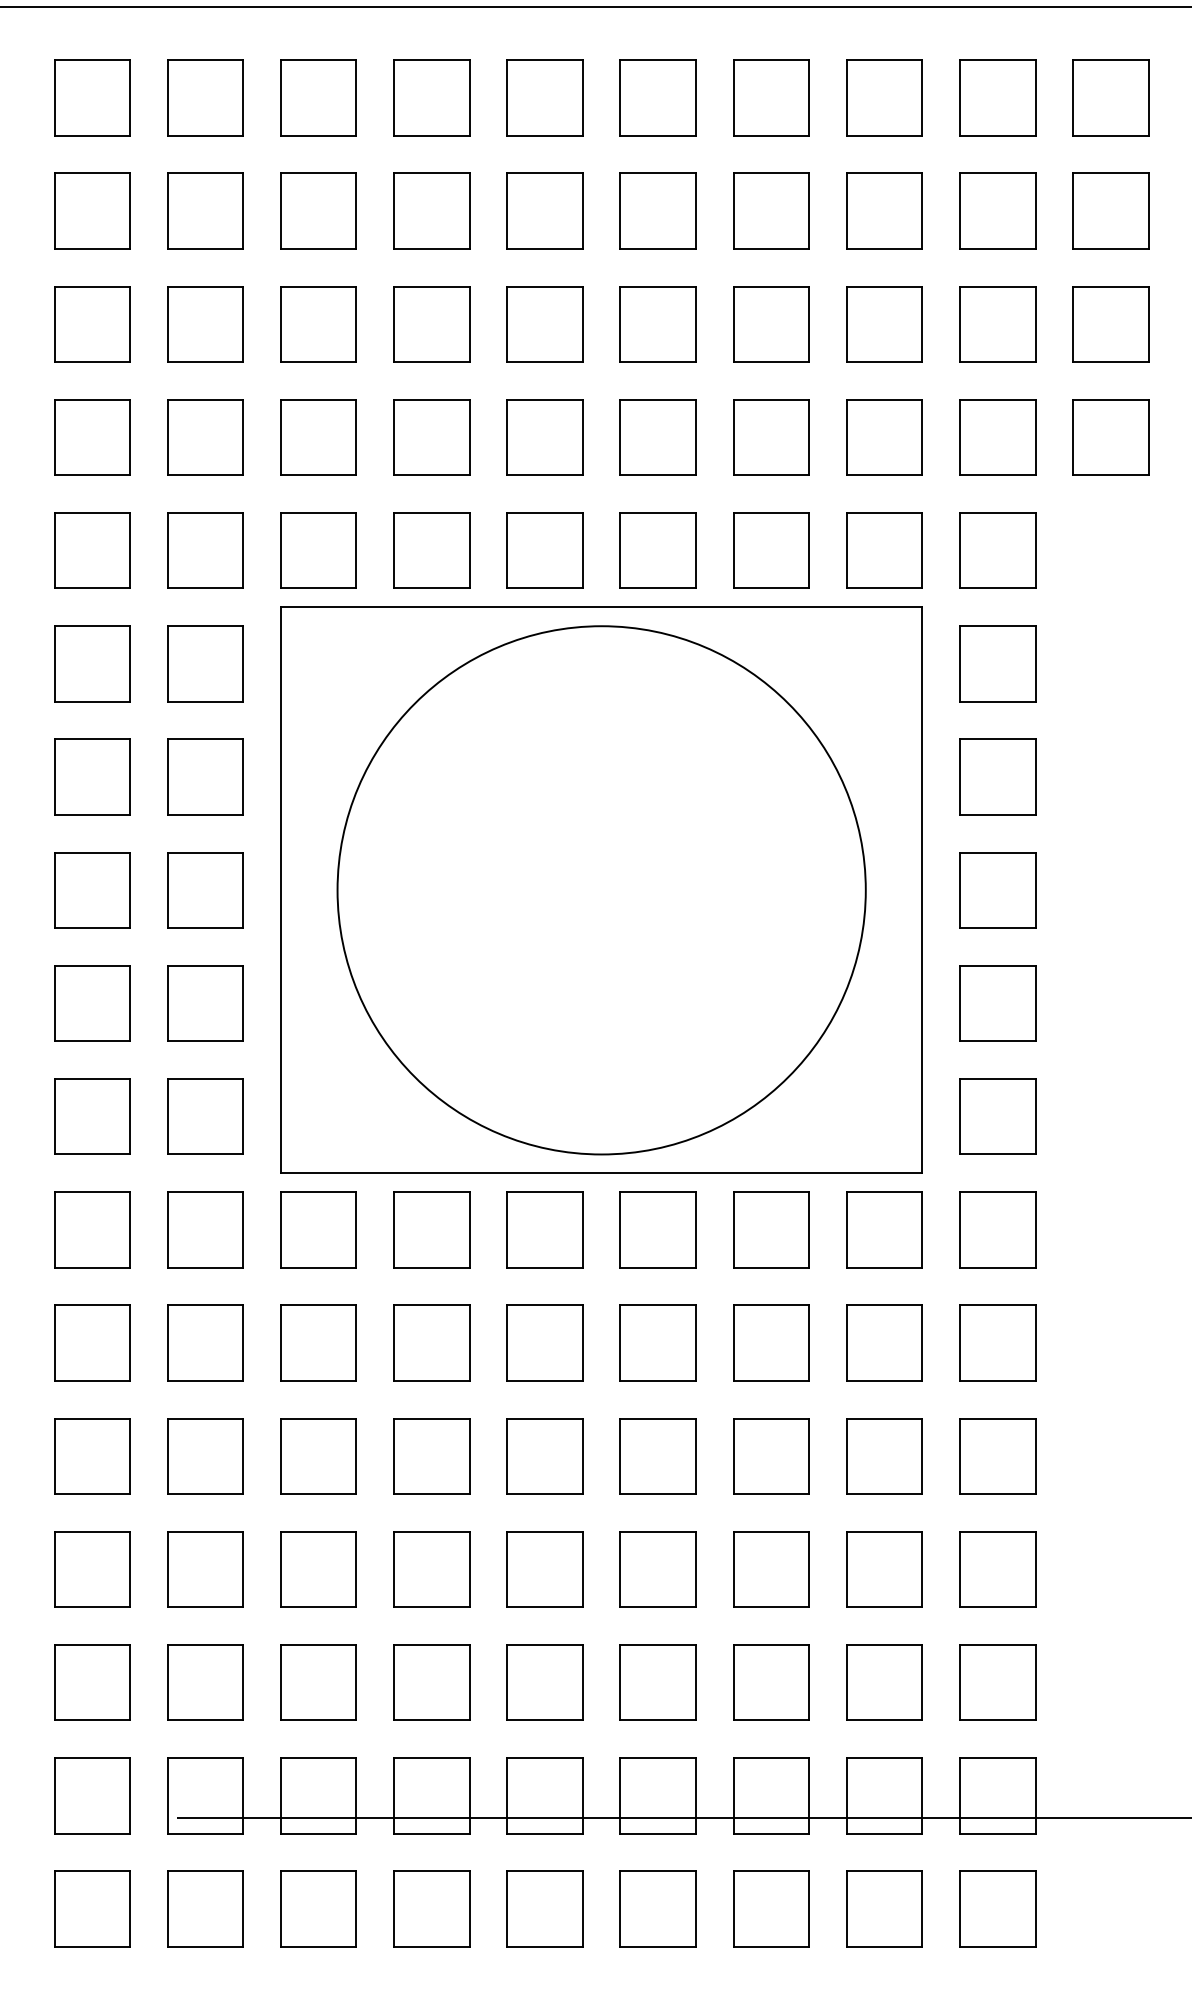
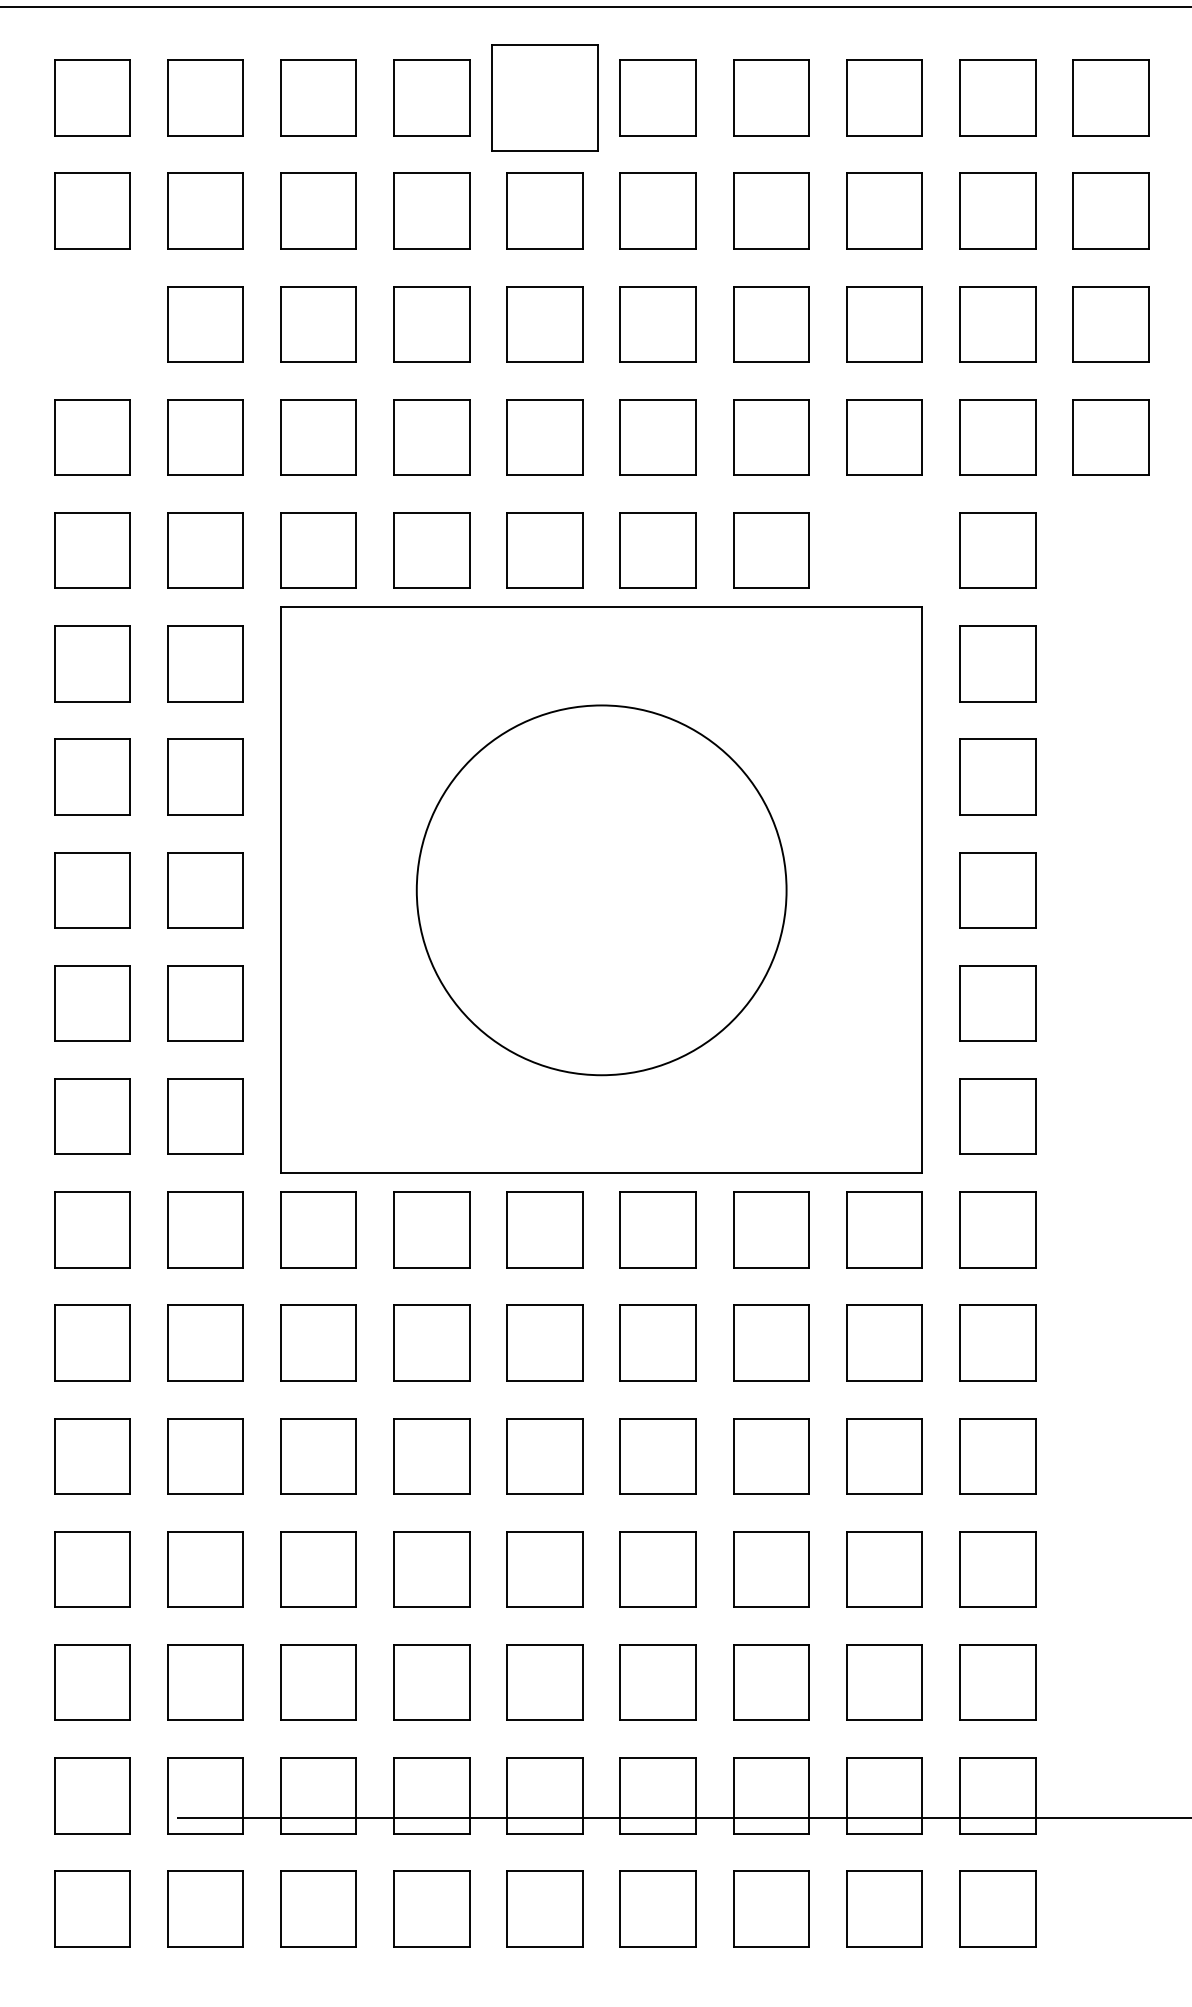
part at (544, 97) size: 78x78 px -> 108x108 px
part at (92, 324): present -> none
part at (884, 550): present -> none
circle at (601, 890) diameter: 528 px -> 370 px
